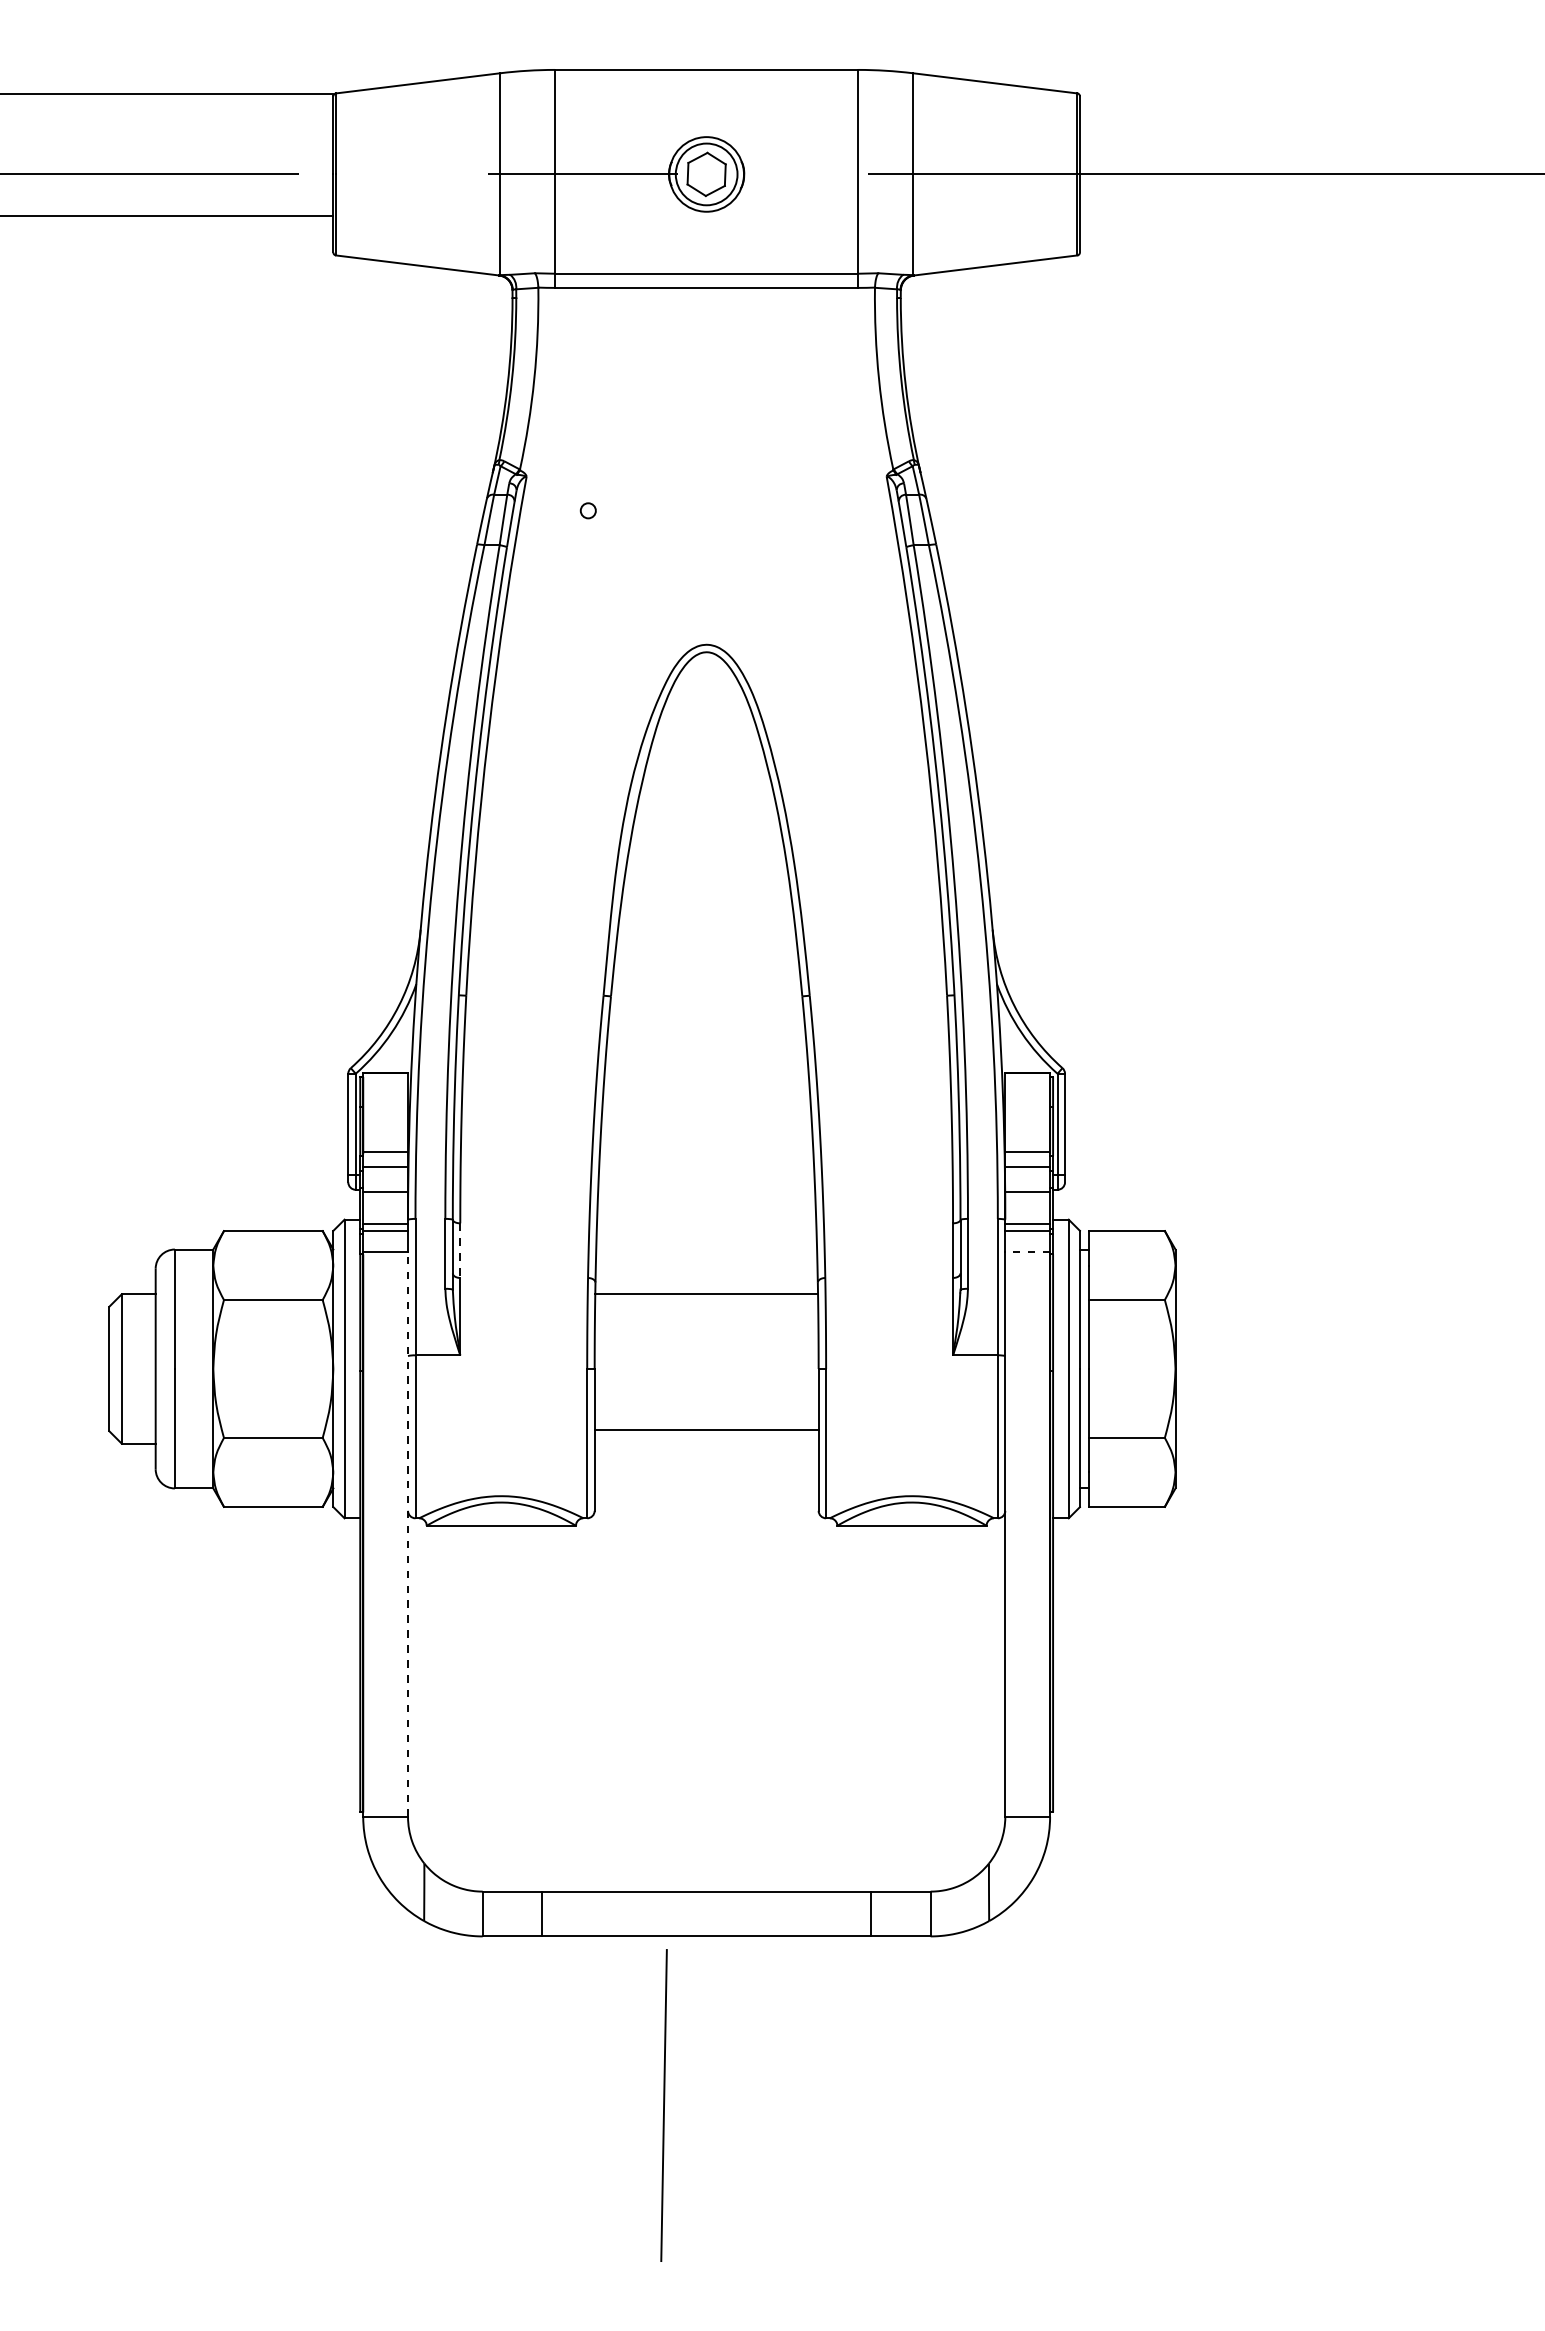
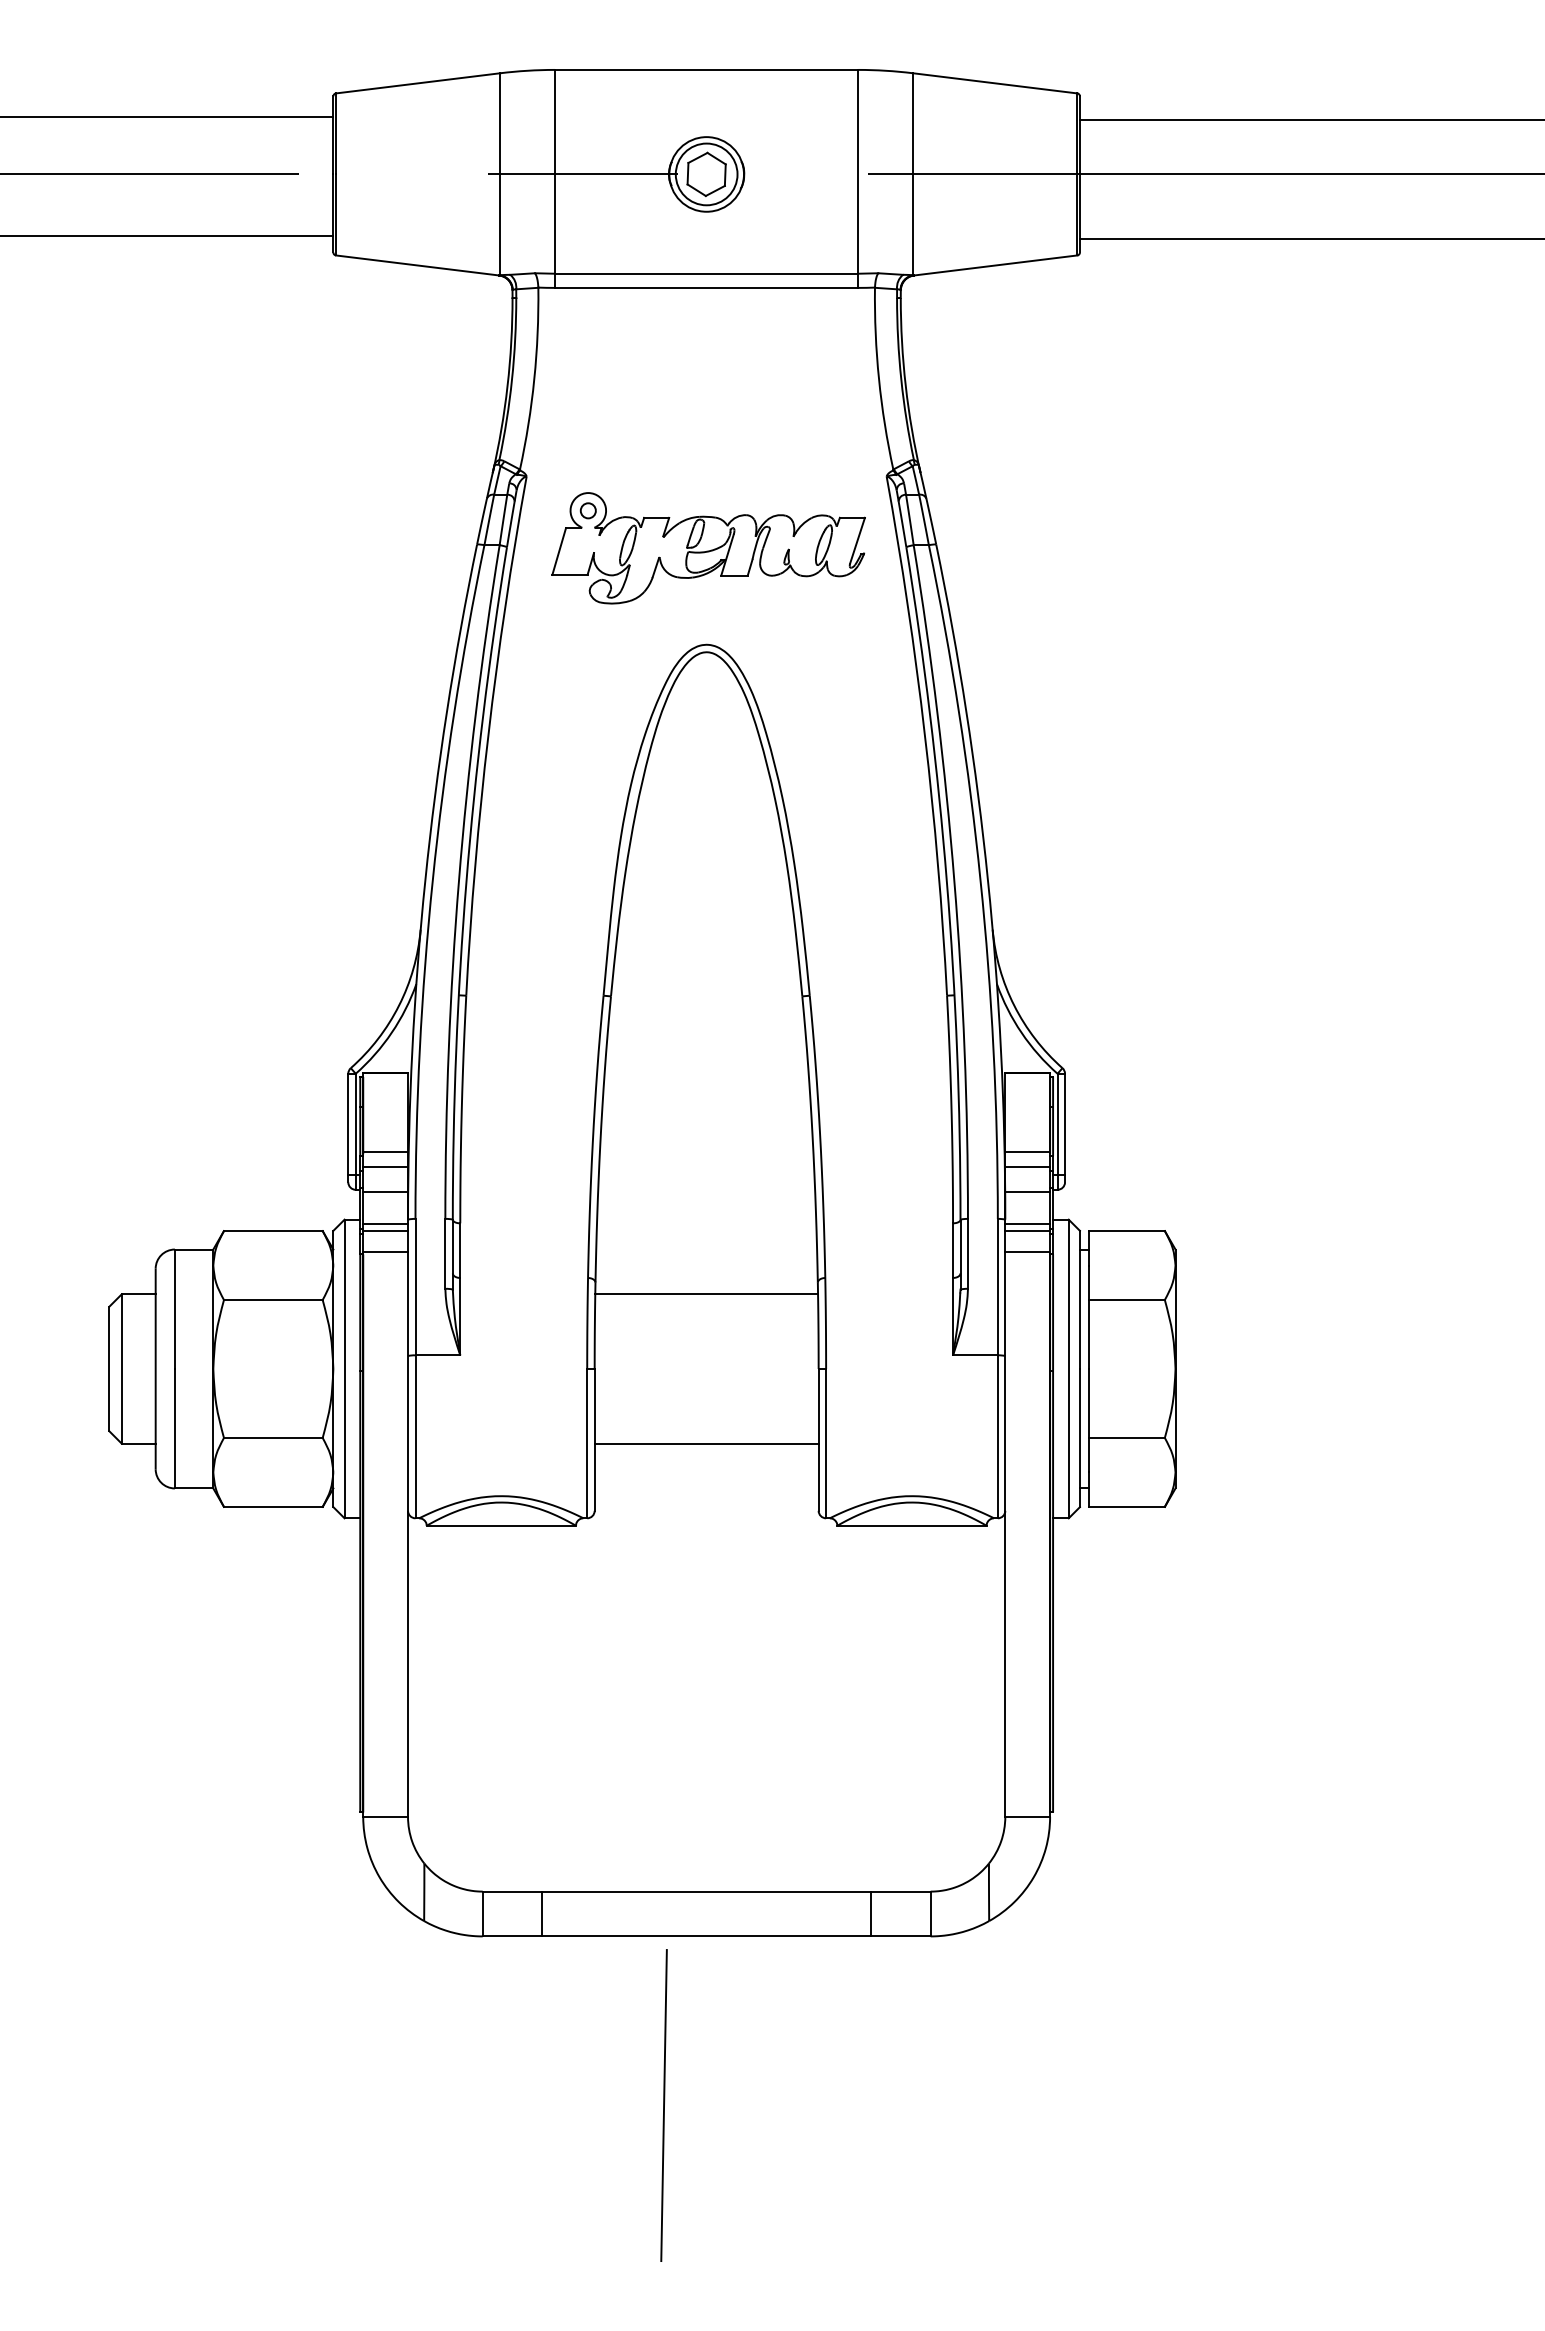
line at (167, 93) position: (167, 93) -> (167, 116)
line at (1310, 119): none -> present
line at (167, 216) position: (167, 216) -> (167, 236)
line at (1310, 239): none -> present
part at (708, 548): none -> present
line at (460, 1251): dashed -> solid
line at (1027, 1252): dashed -> solid
line at (706, 1429) position: (706, 1429) -> (706, 1443)
line at (408, 1534): dashed -> solid
